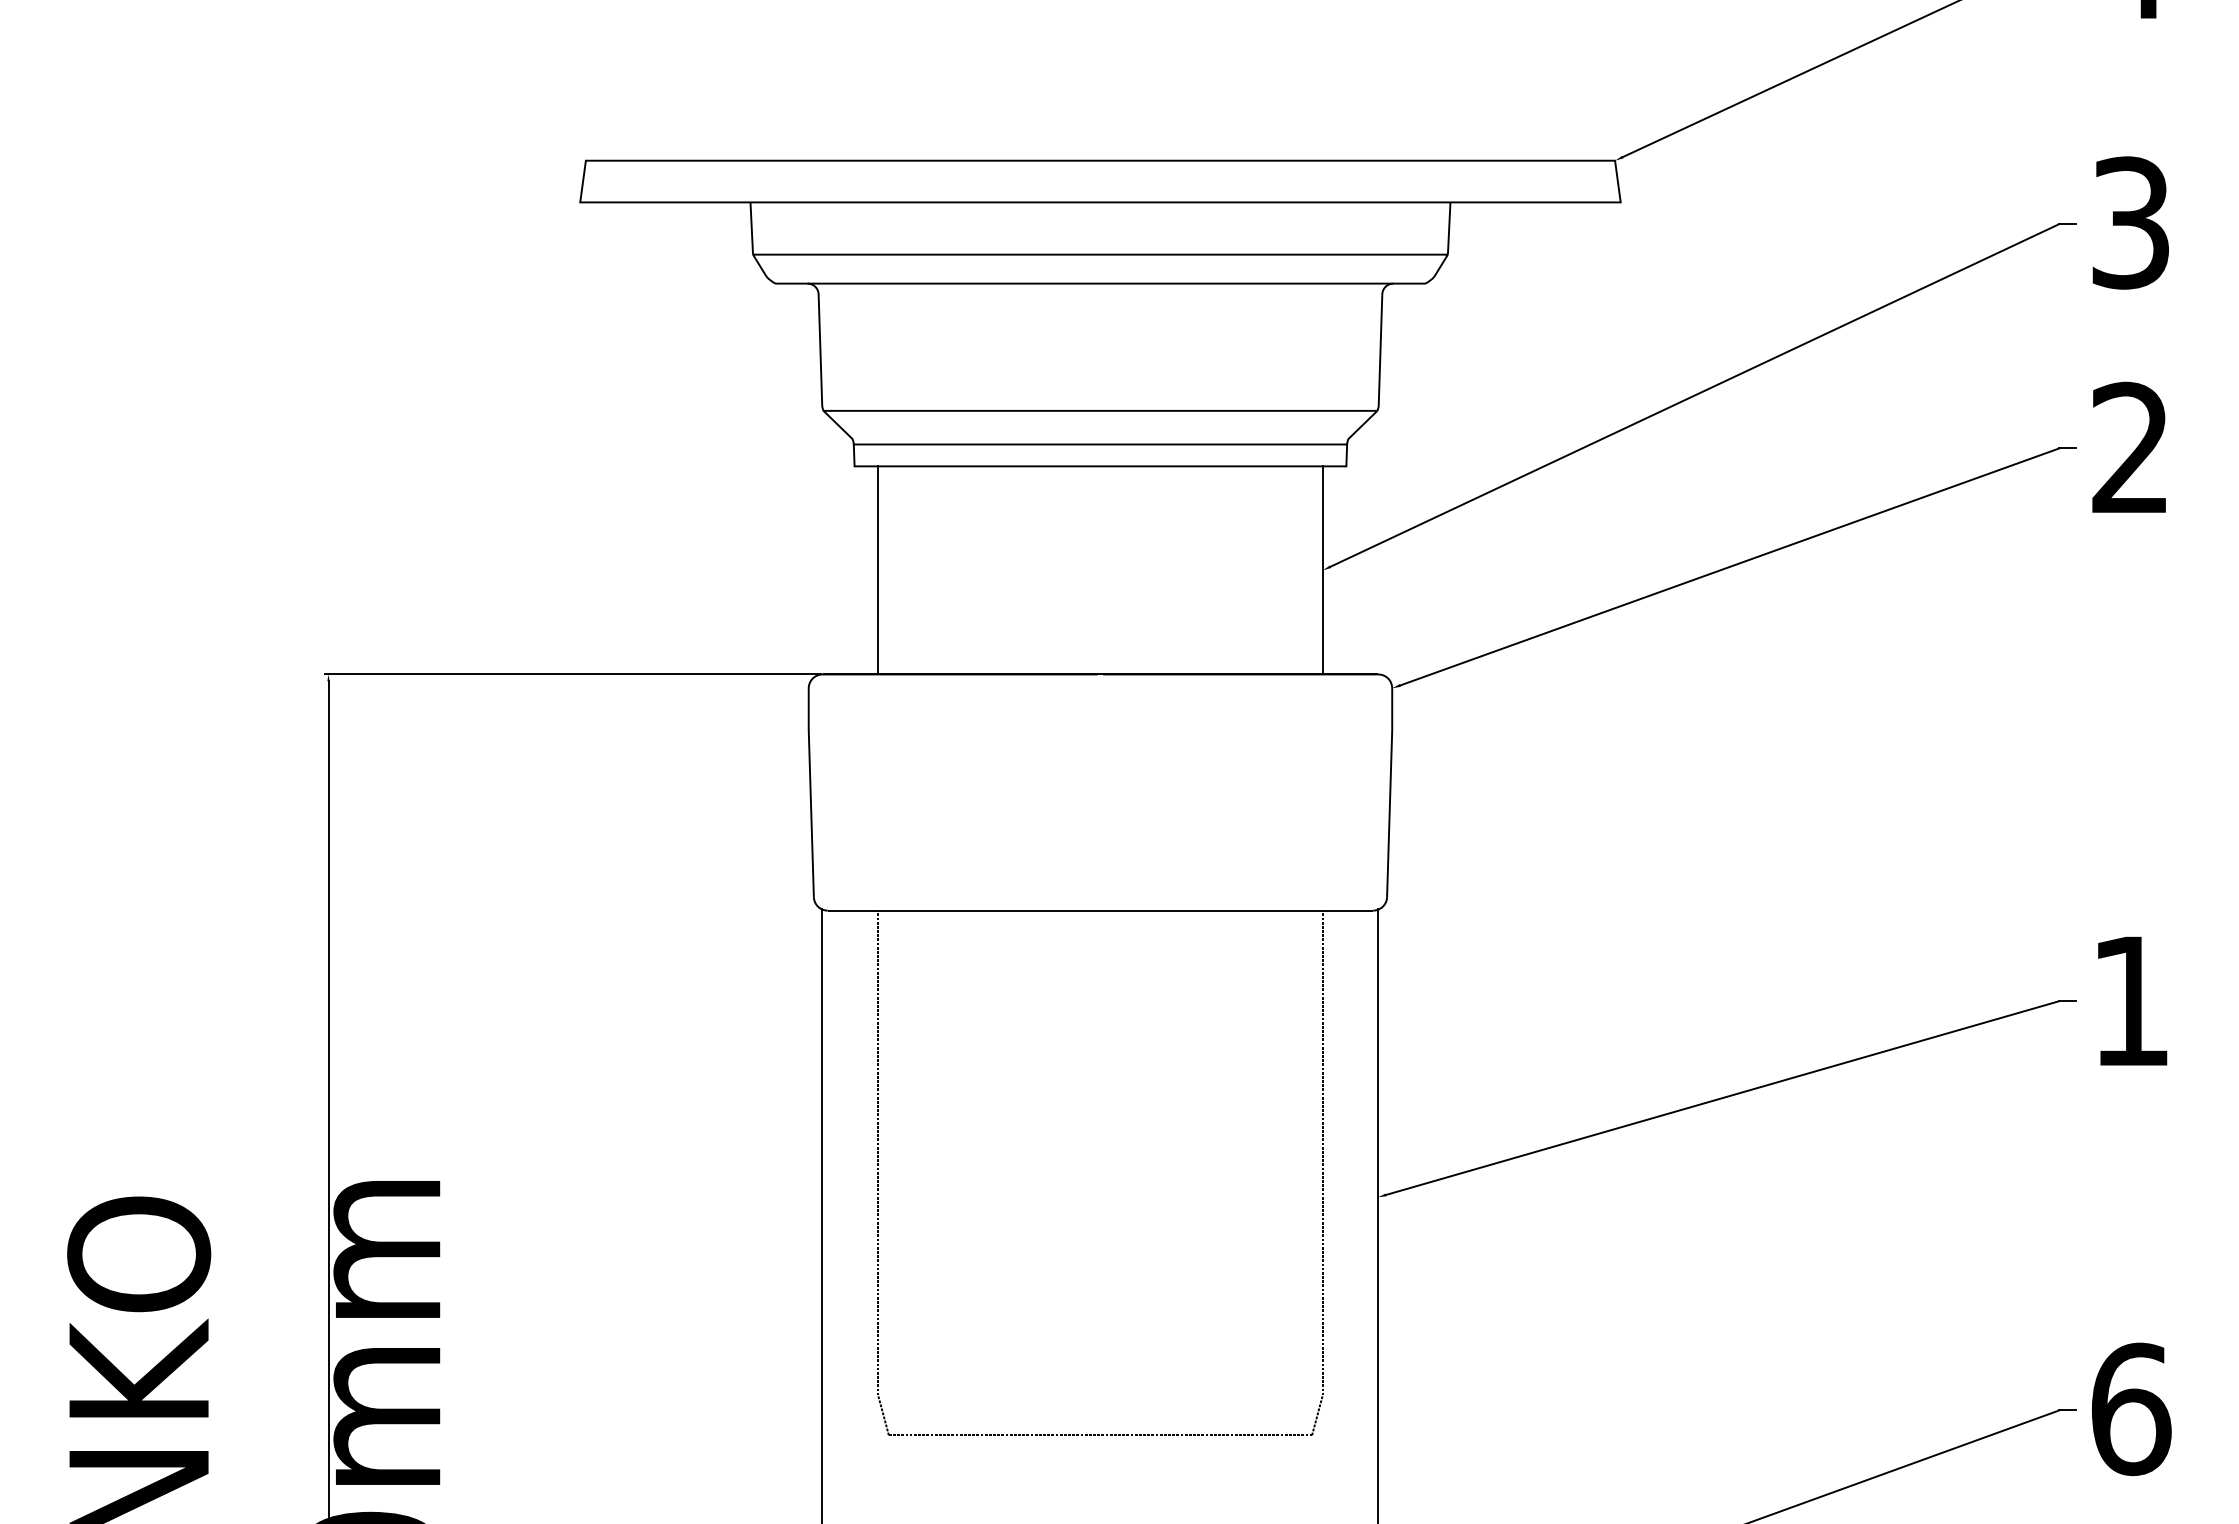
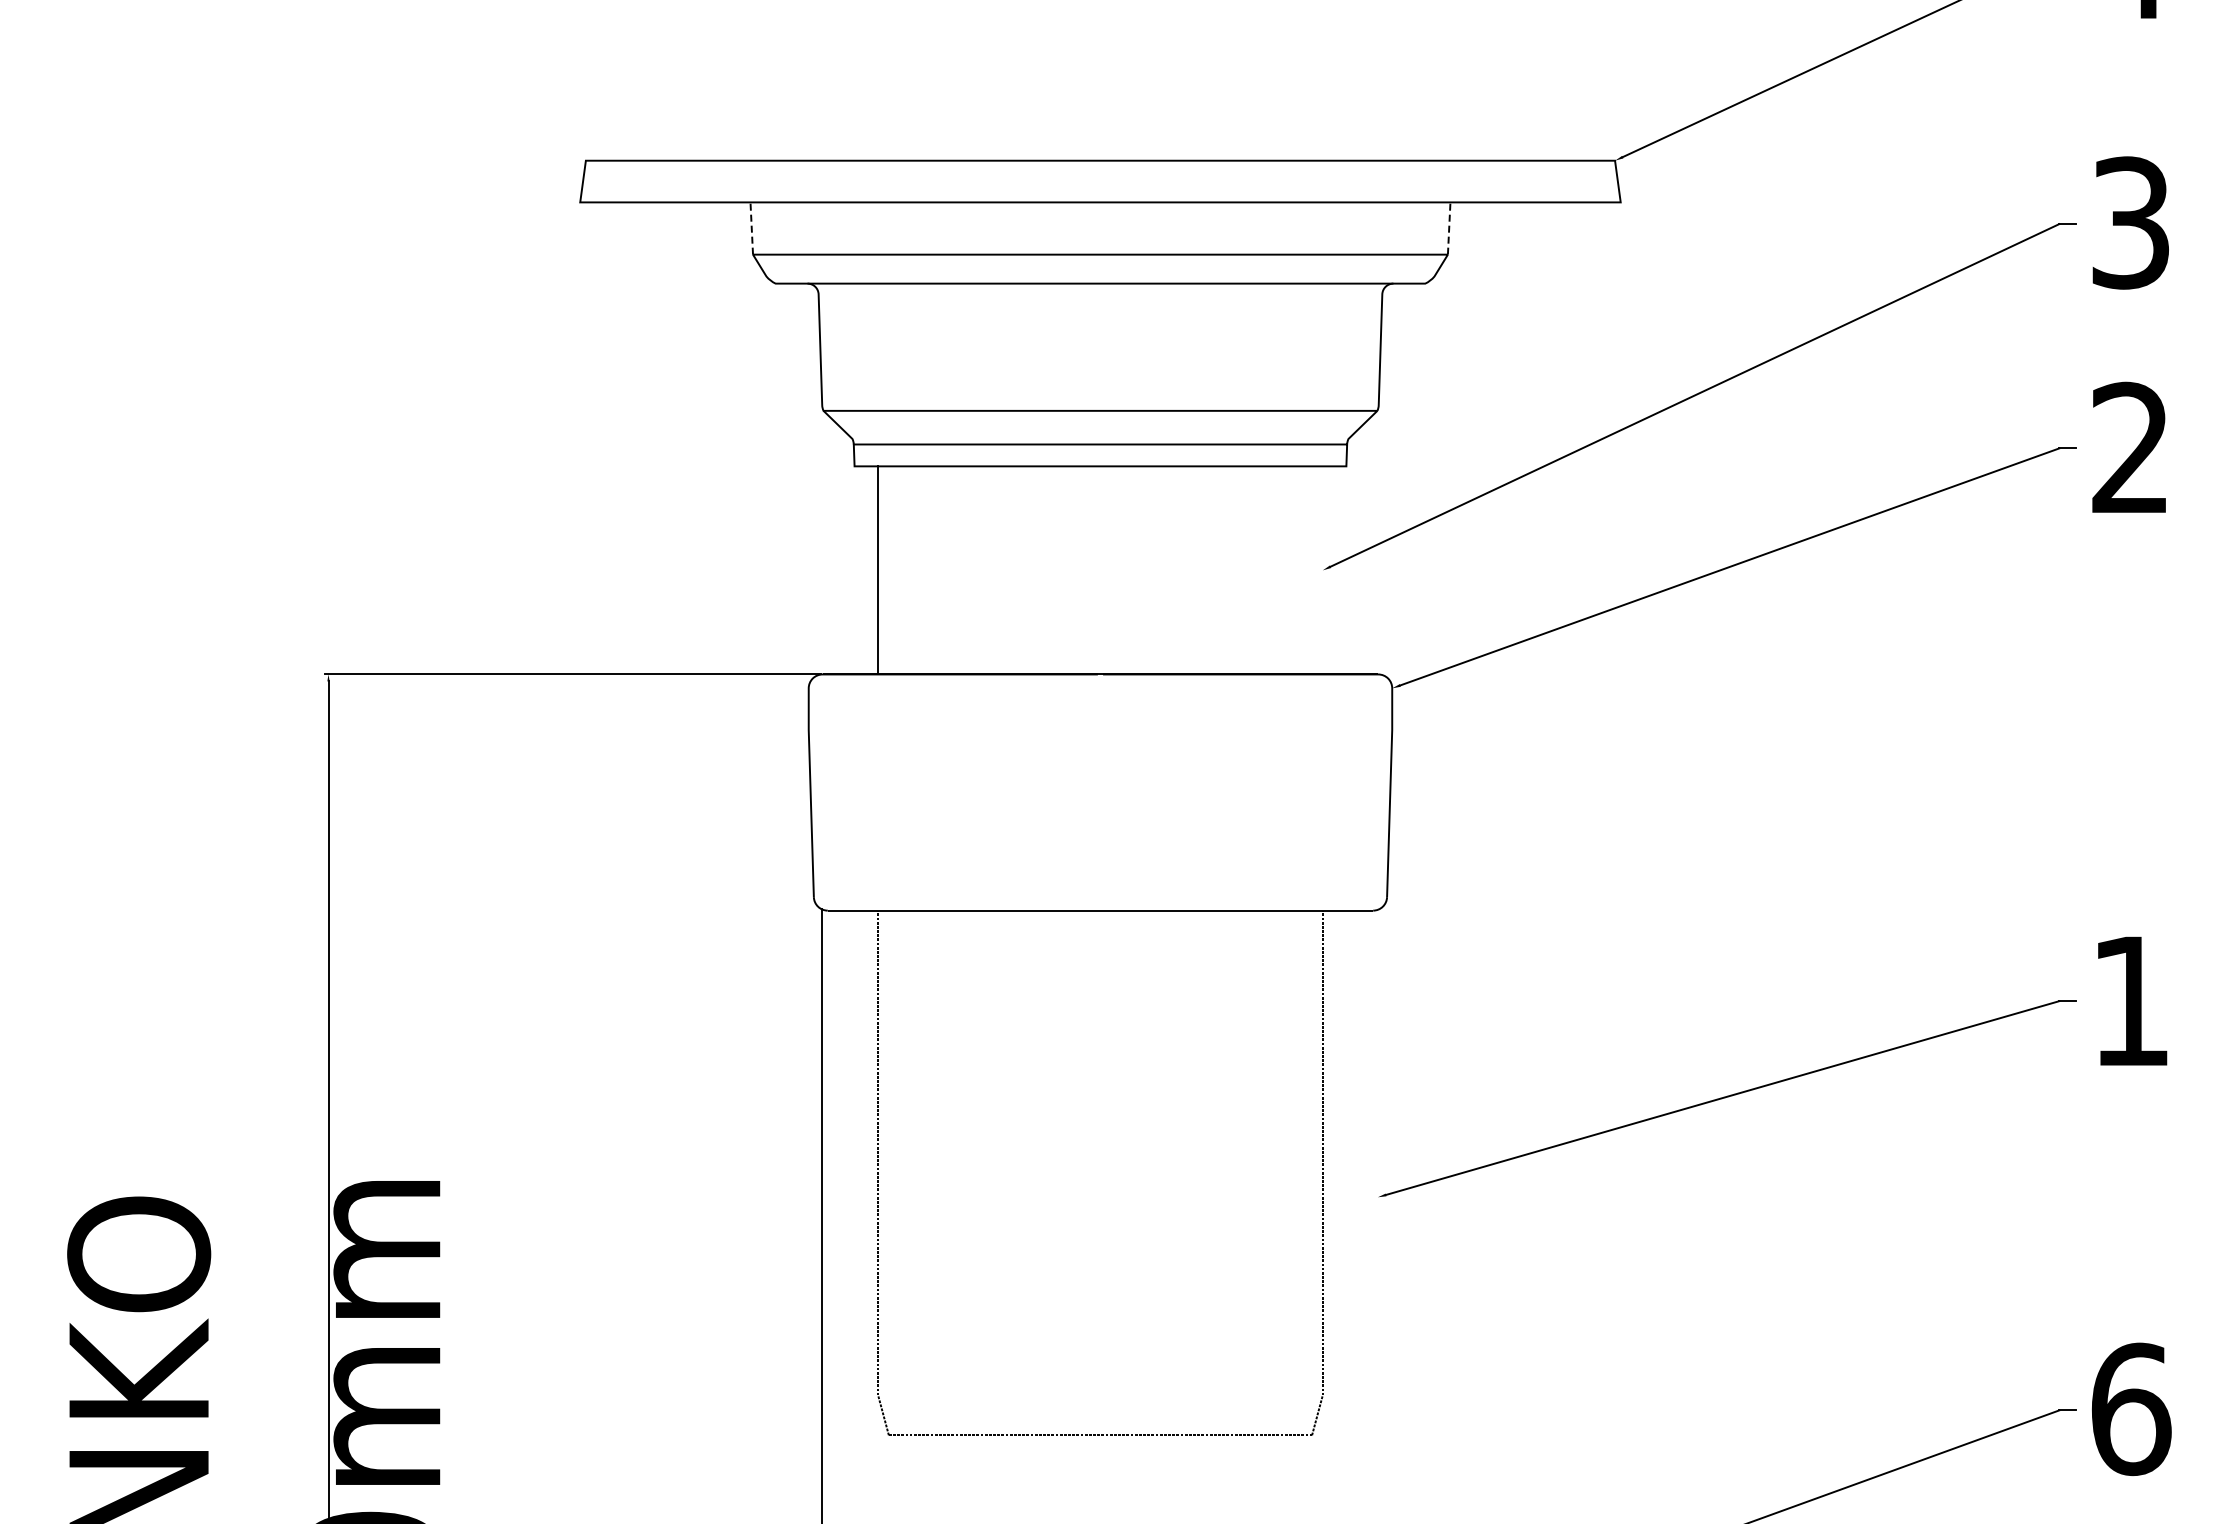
line at (751, 228): solid -> dashed
line at (1449, 228): solid -> dashed
line at (1322, 570): present -> none
line at (1377, 1214): present -> none
